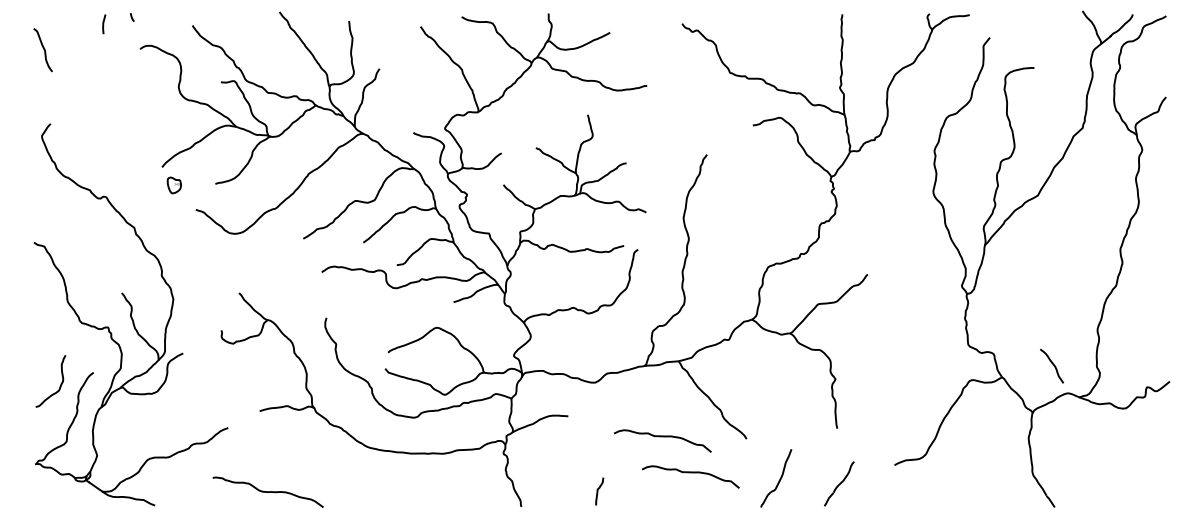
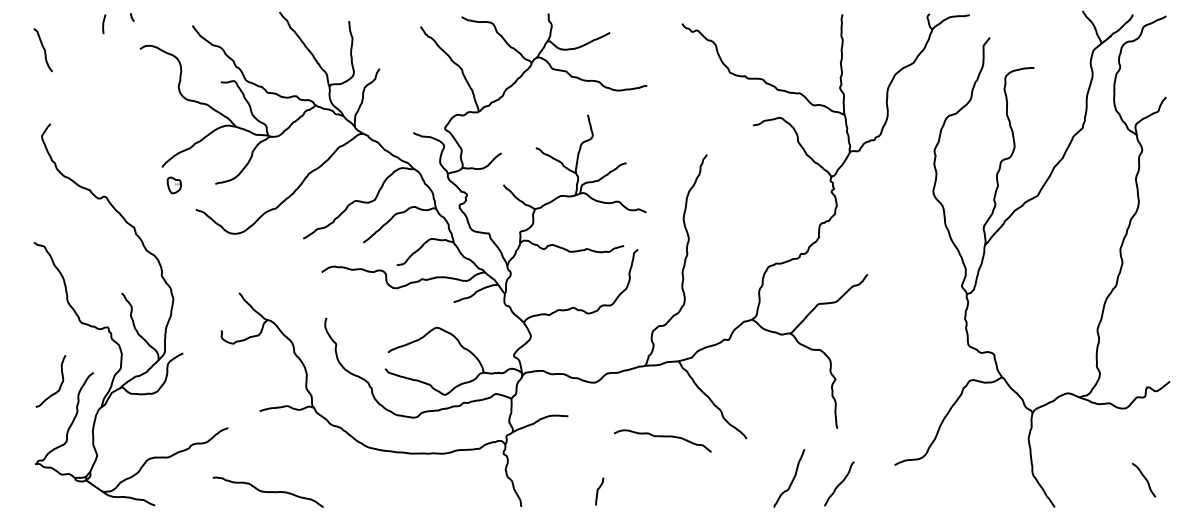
curve at (1052, 364) position: (1052, 364) -> (1144, 478)
part at (690, 476): present -> none
part at (776, 478) position: (776, 478) -> (789, 478)
